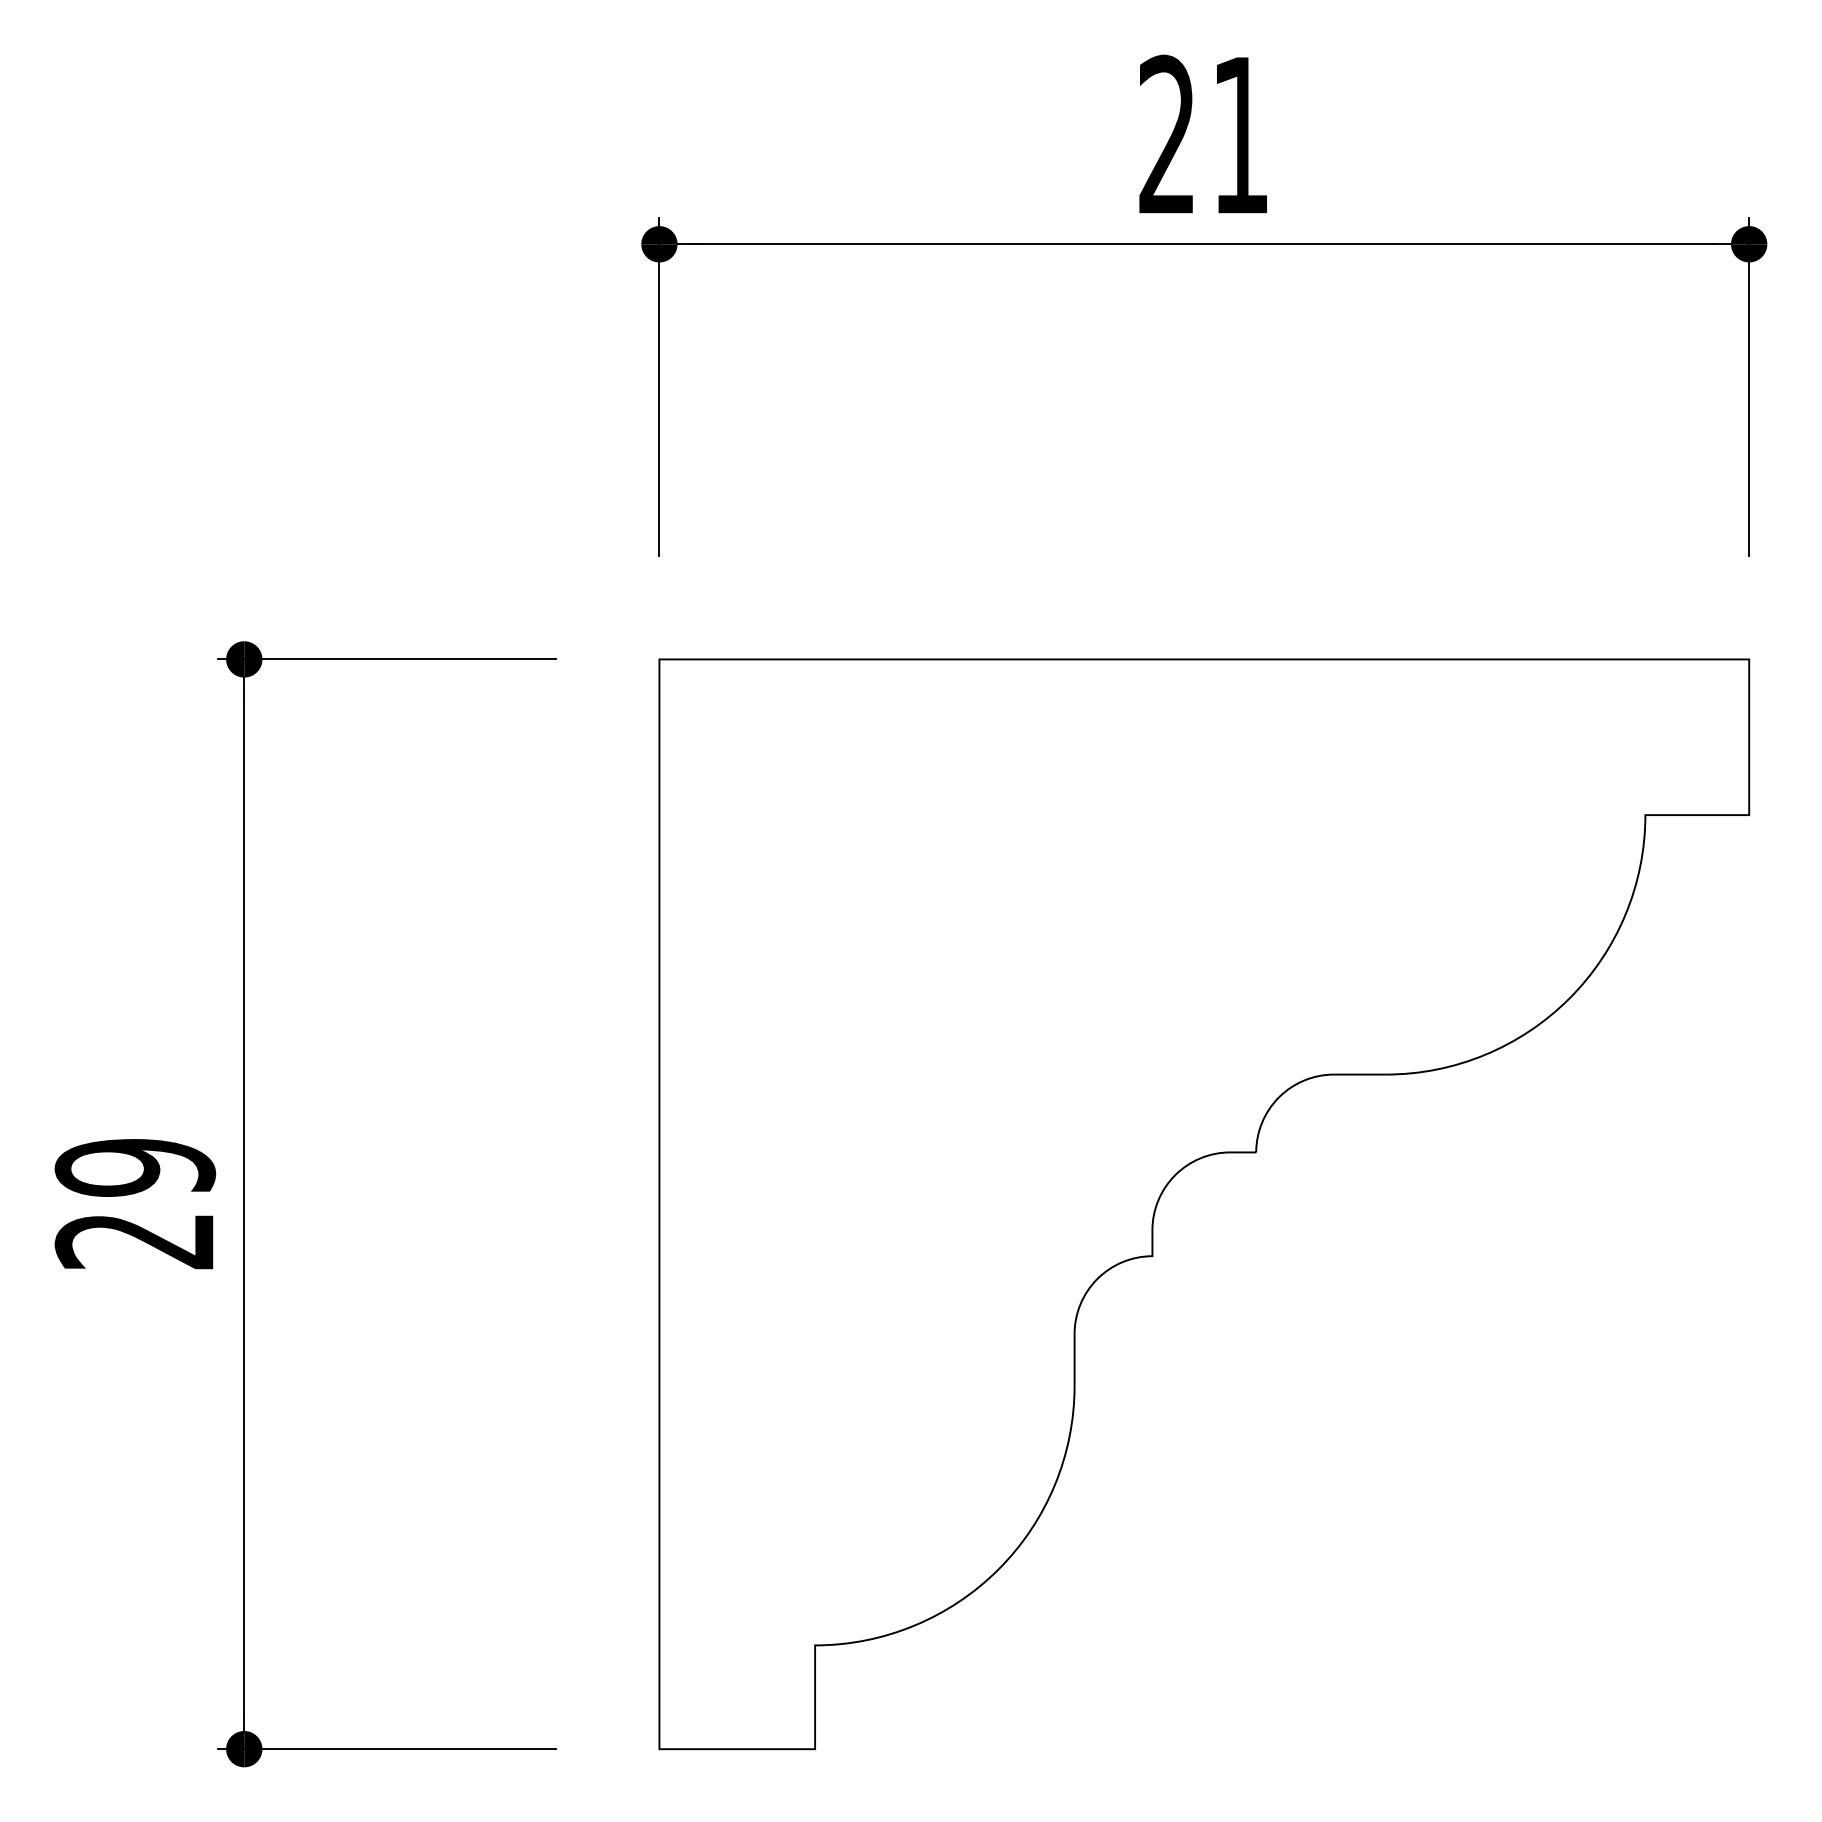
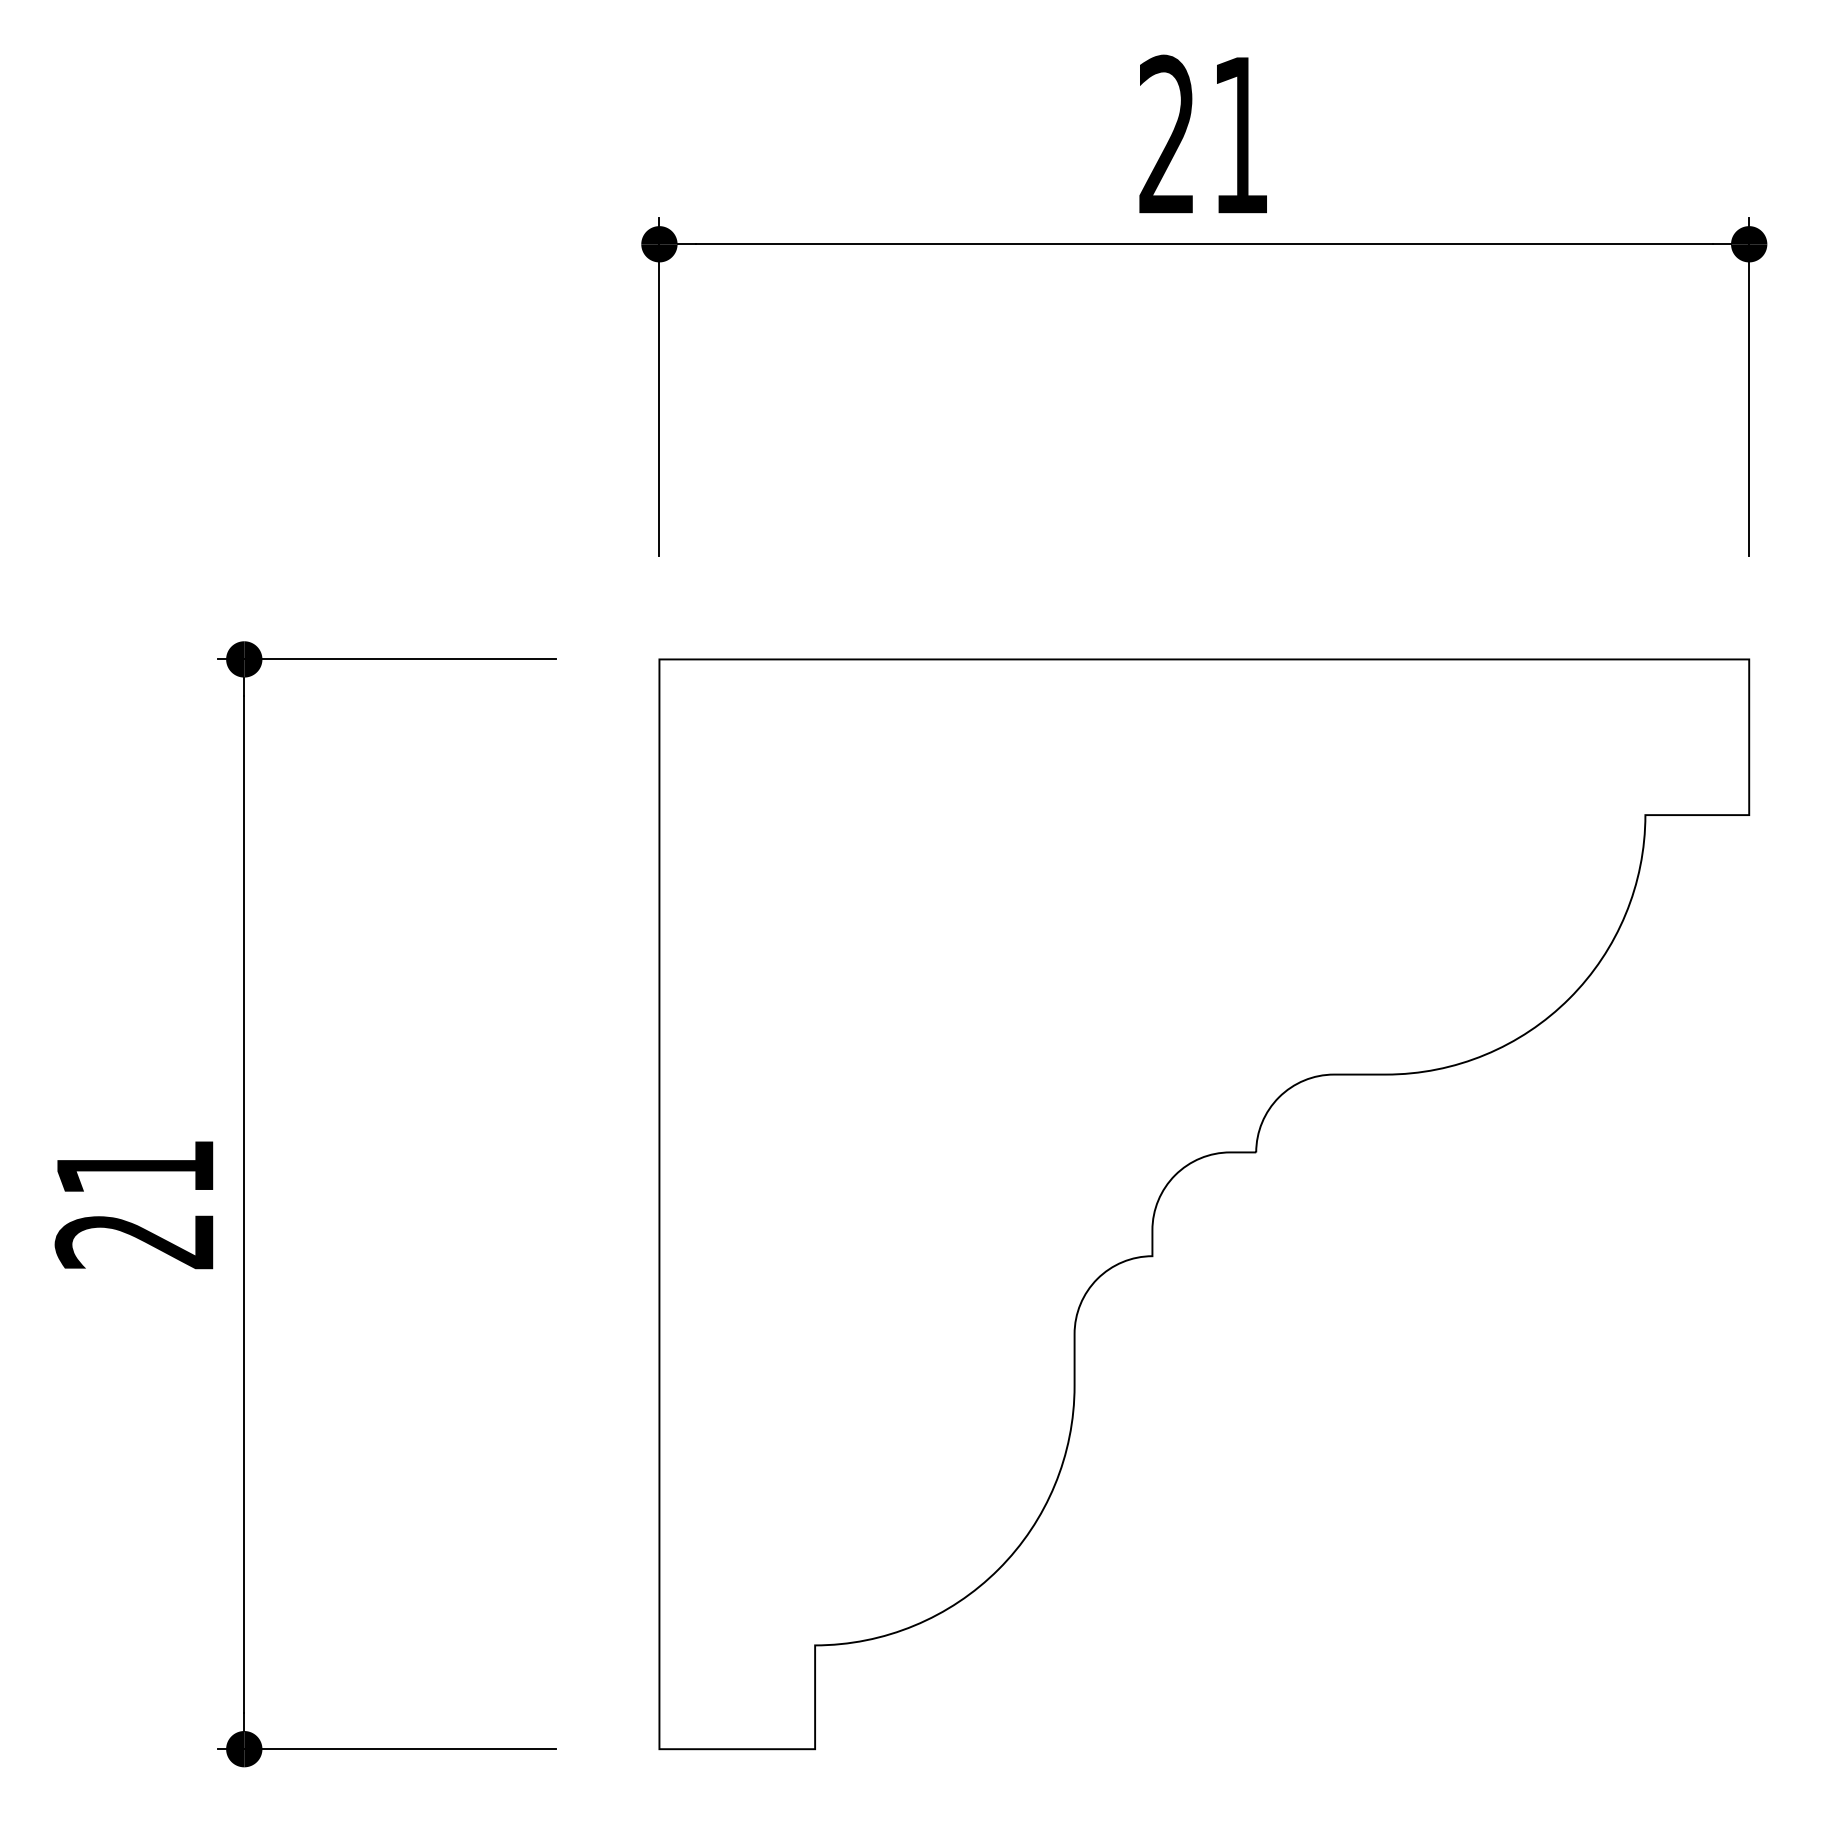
text at (135, 1167): 29 -> 21
